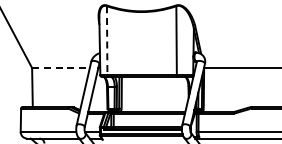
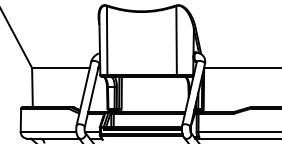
line at (107, 40): dashed -> solid
line at (60, 68): dashed -> solid
